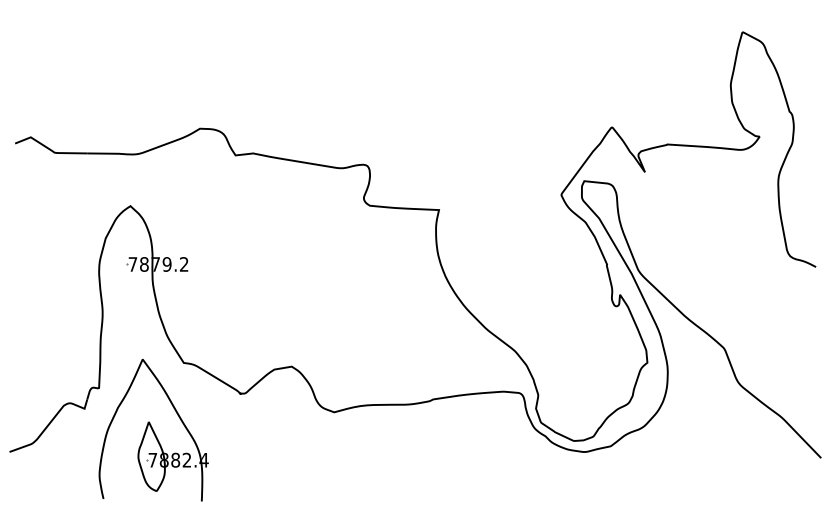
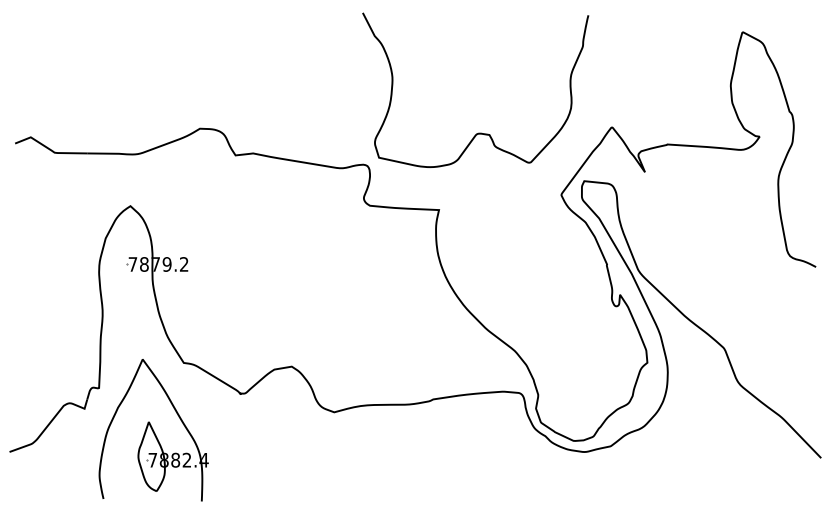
curve at (478, 132): none -> present
